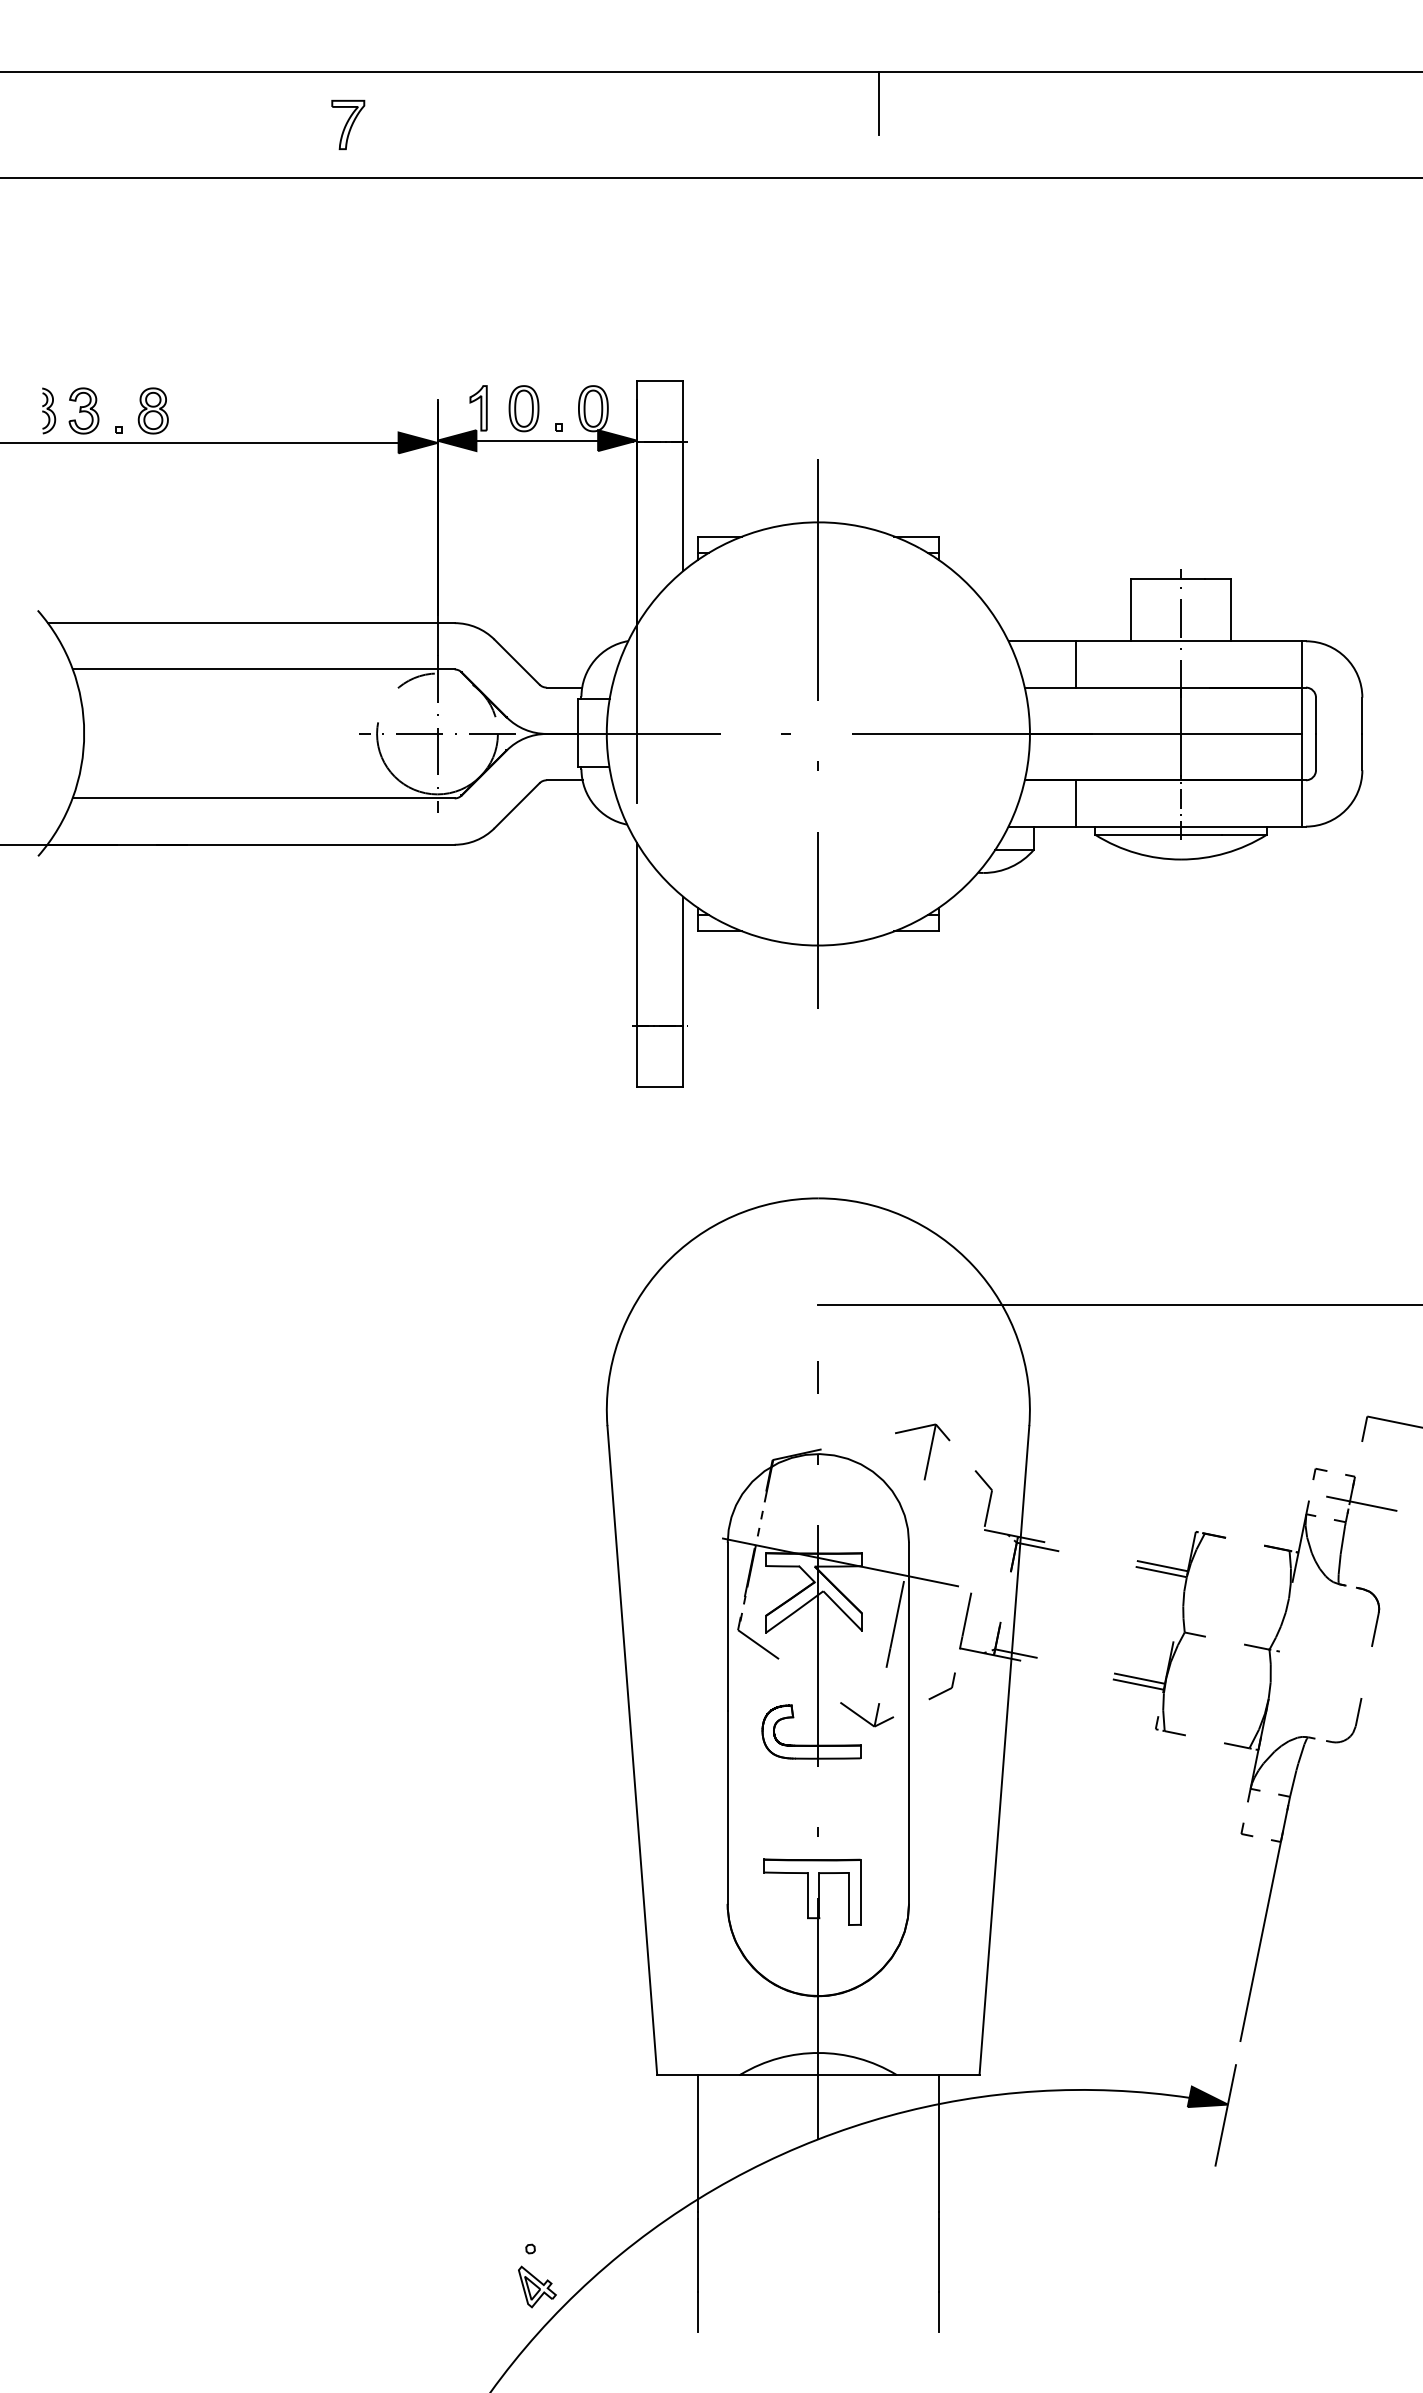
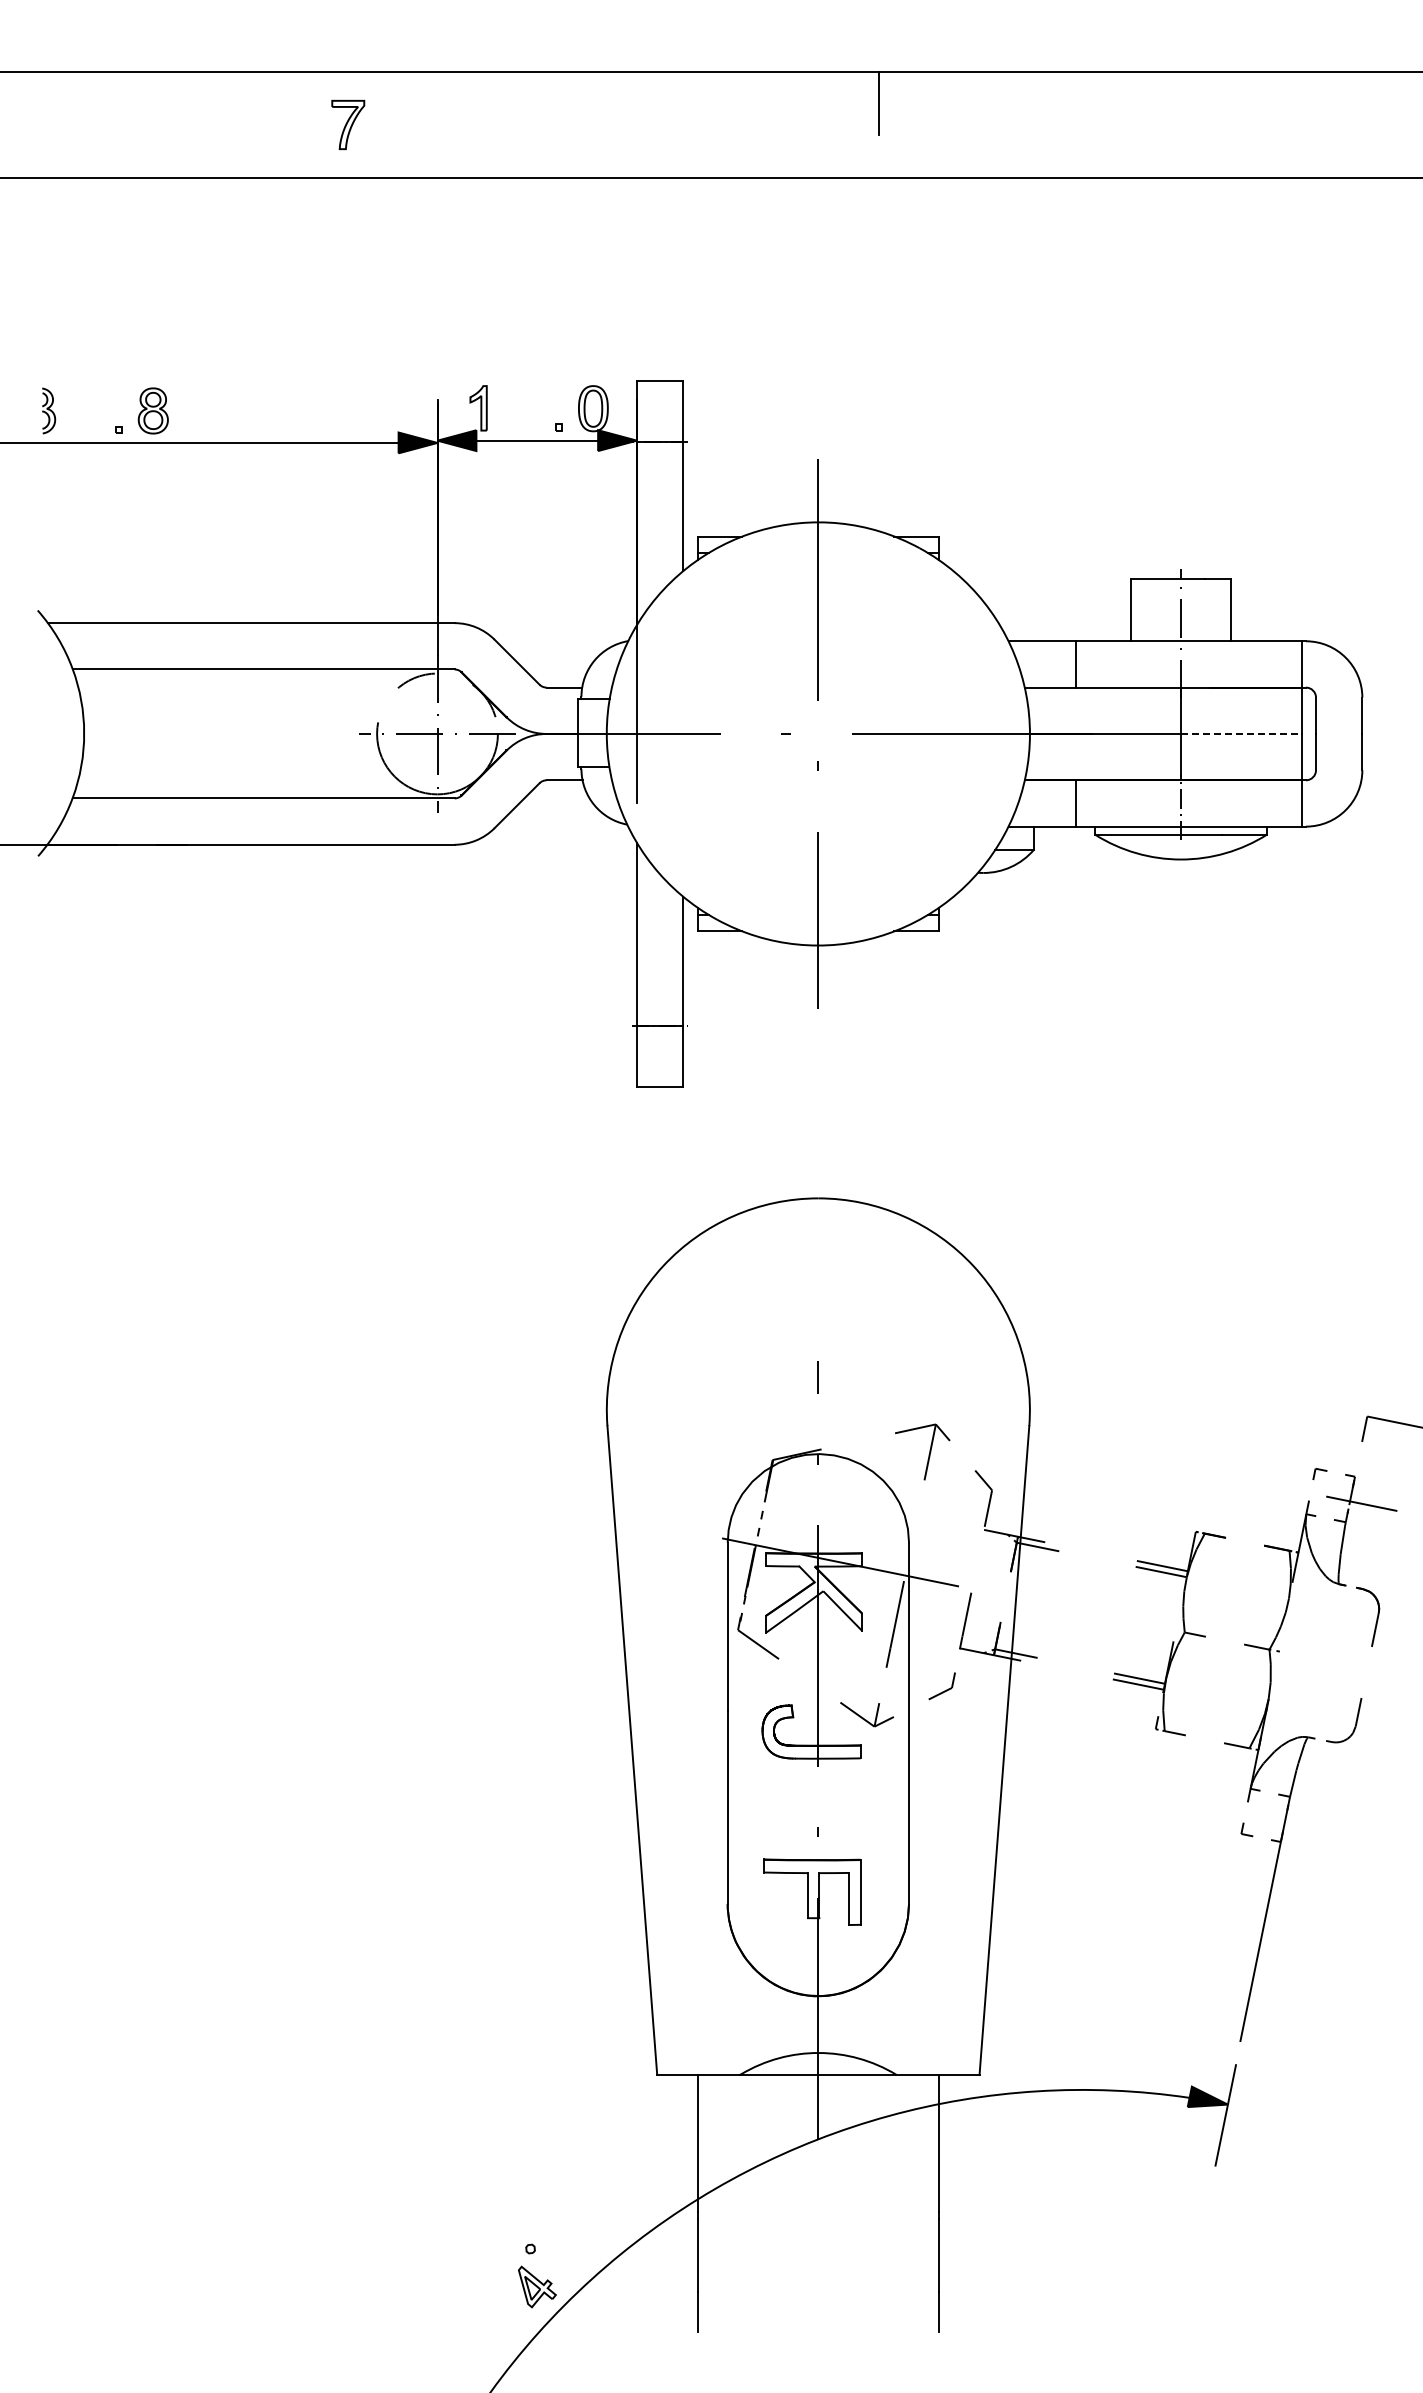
part at (523, 408): present -> none
part at (83, 410): present -> none
line at (1242, 733): solid -> dashed
line at (1118, 1305): present -> none
